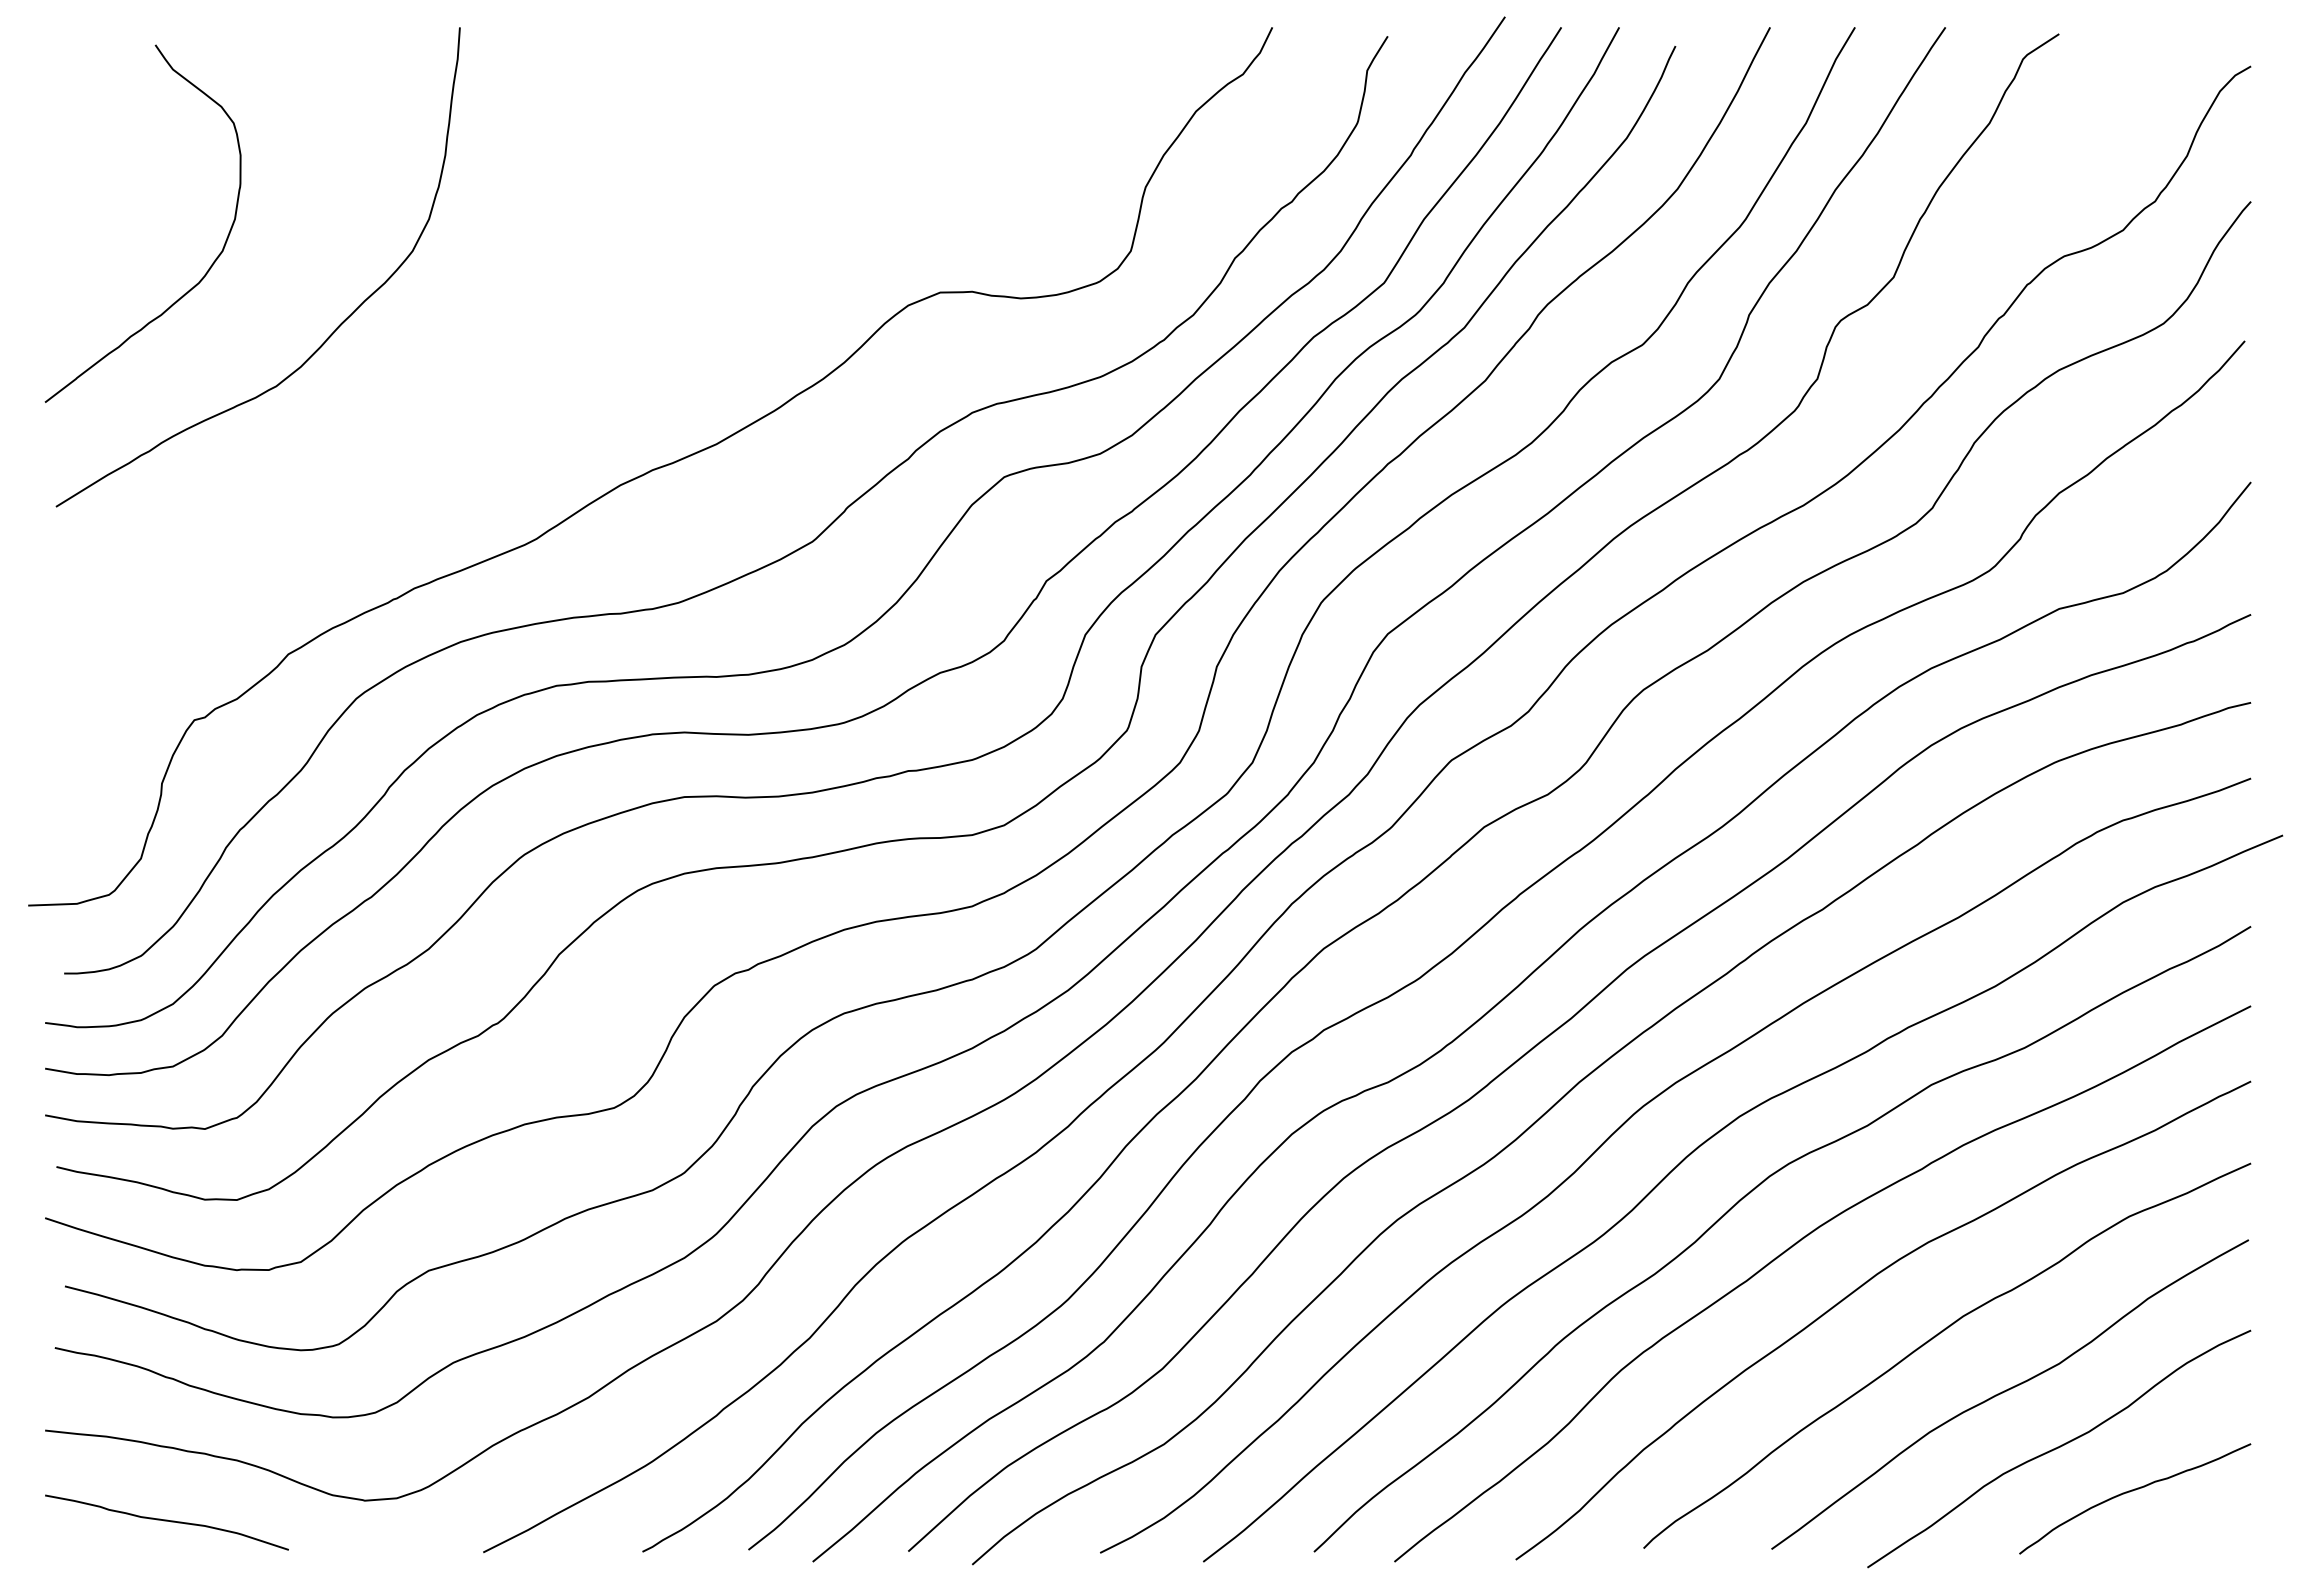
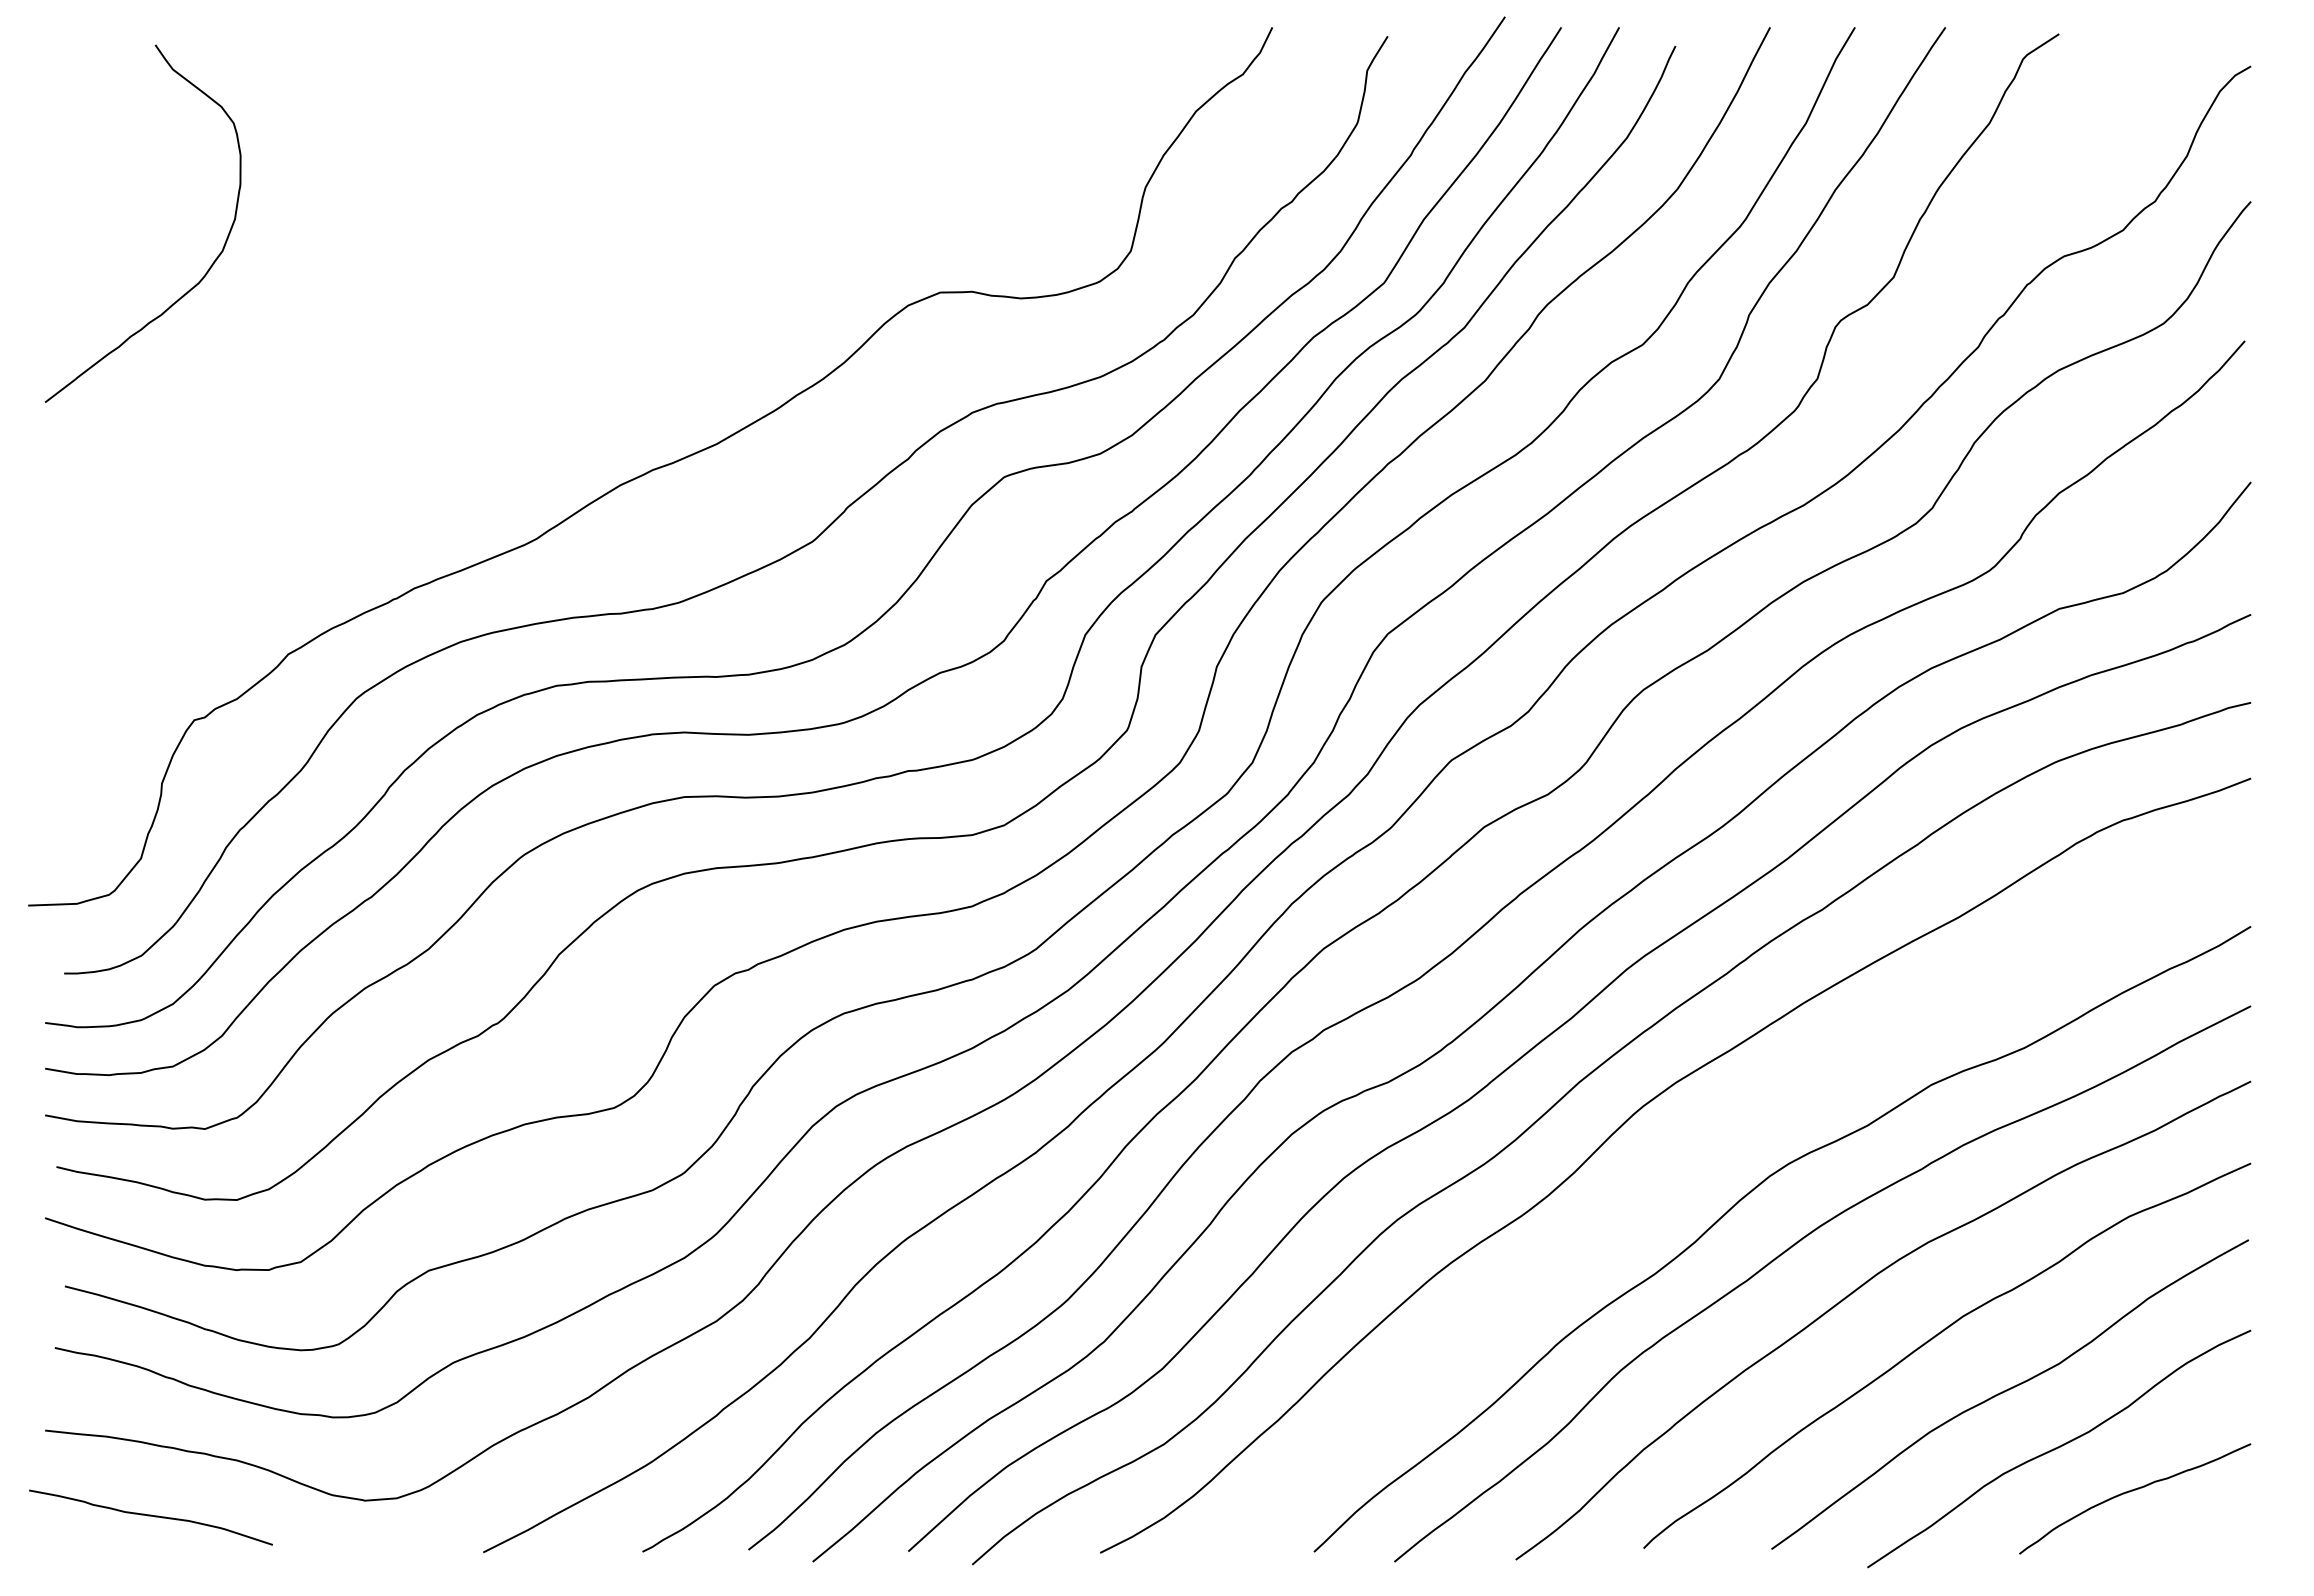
curve at (327, 337): present -> none
curve at (1702, 1145): present -> none
curve at (166, 1521) position: (166, 1521) -> (150, 1516)
